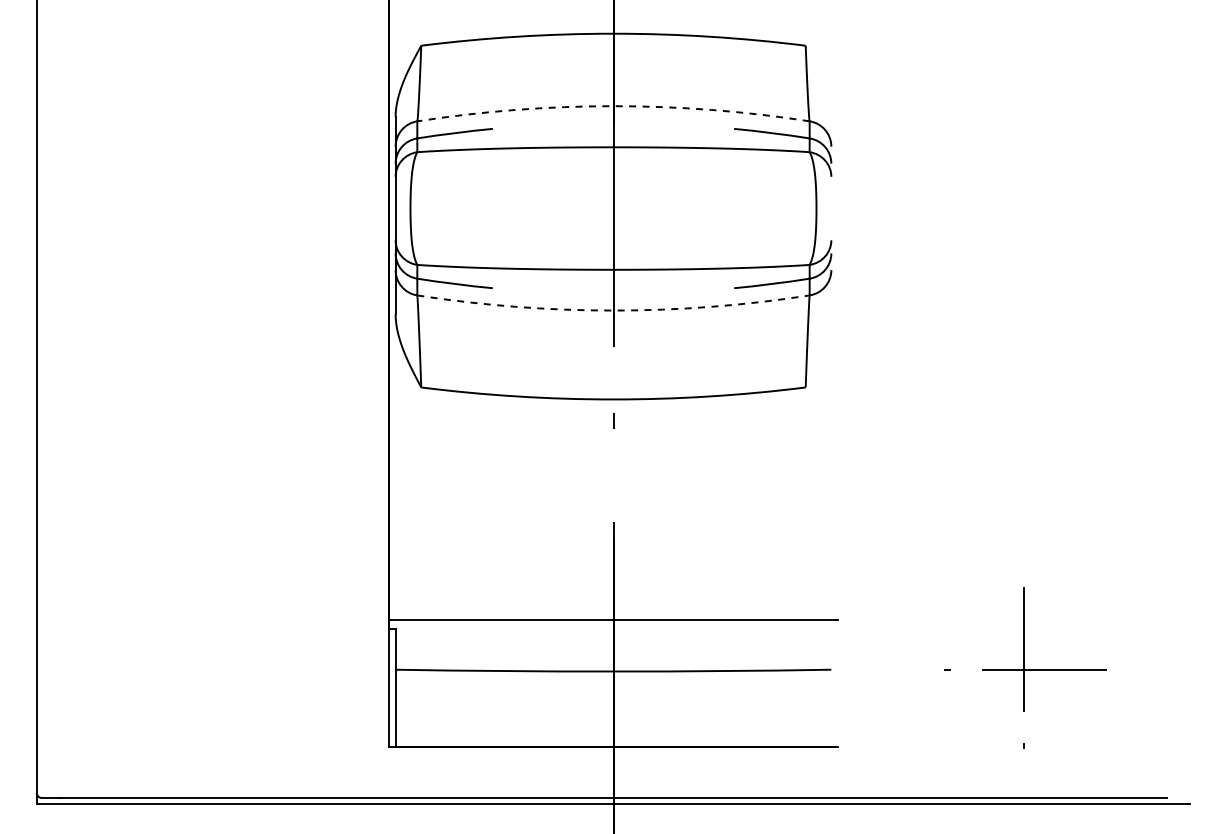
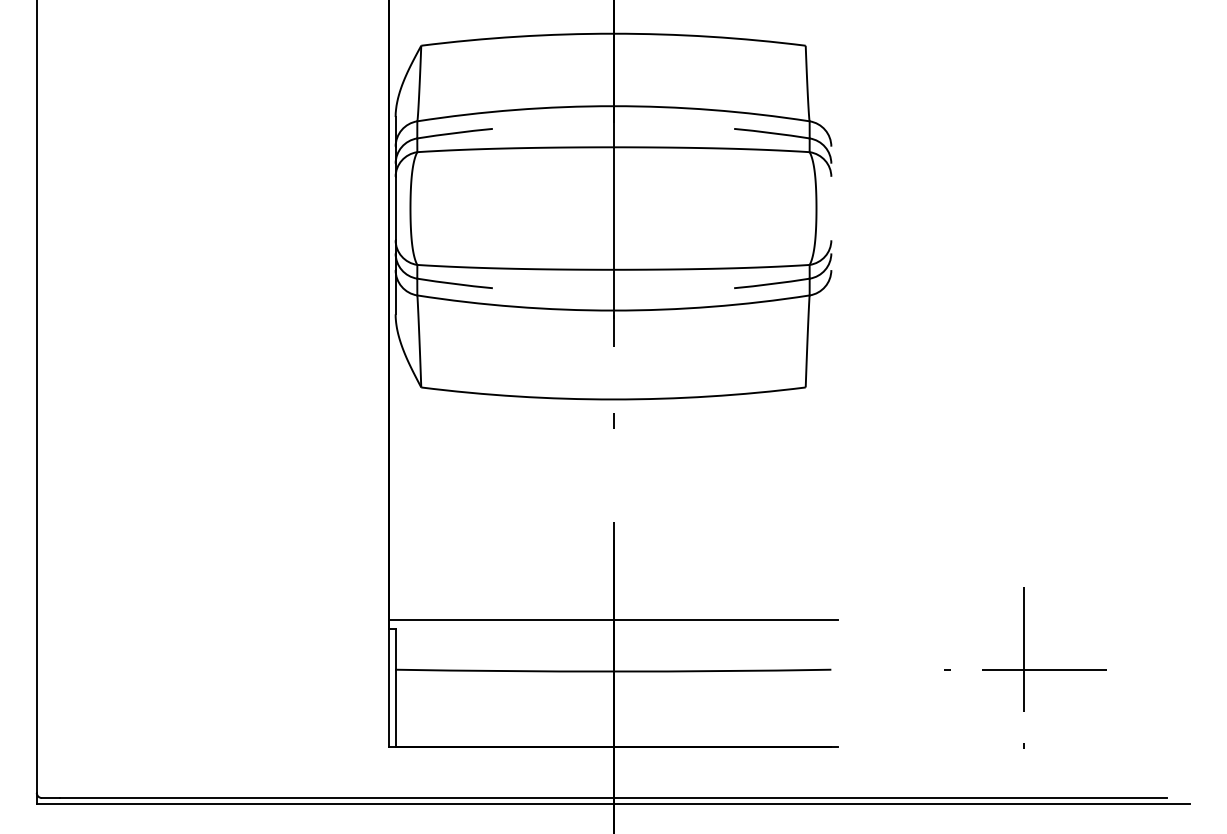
arc at (613, 106): dashed -> solid
arc at (613, 310): dashed -> solid
